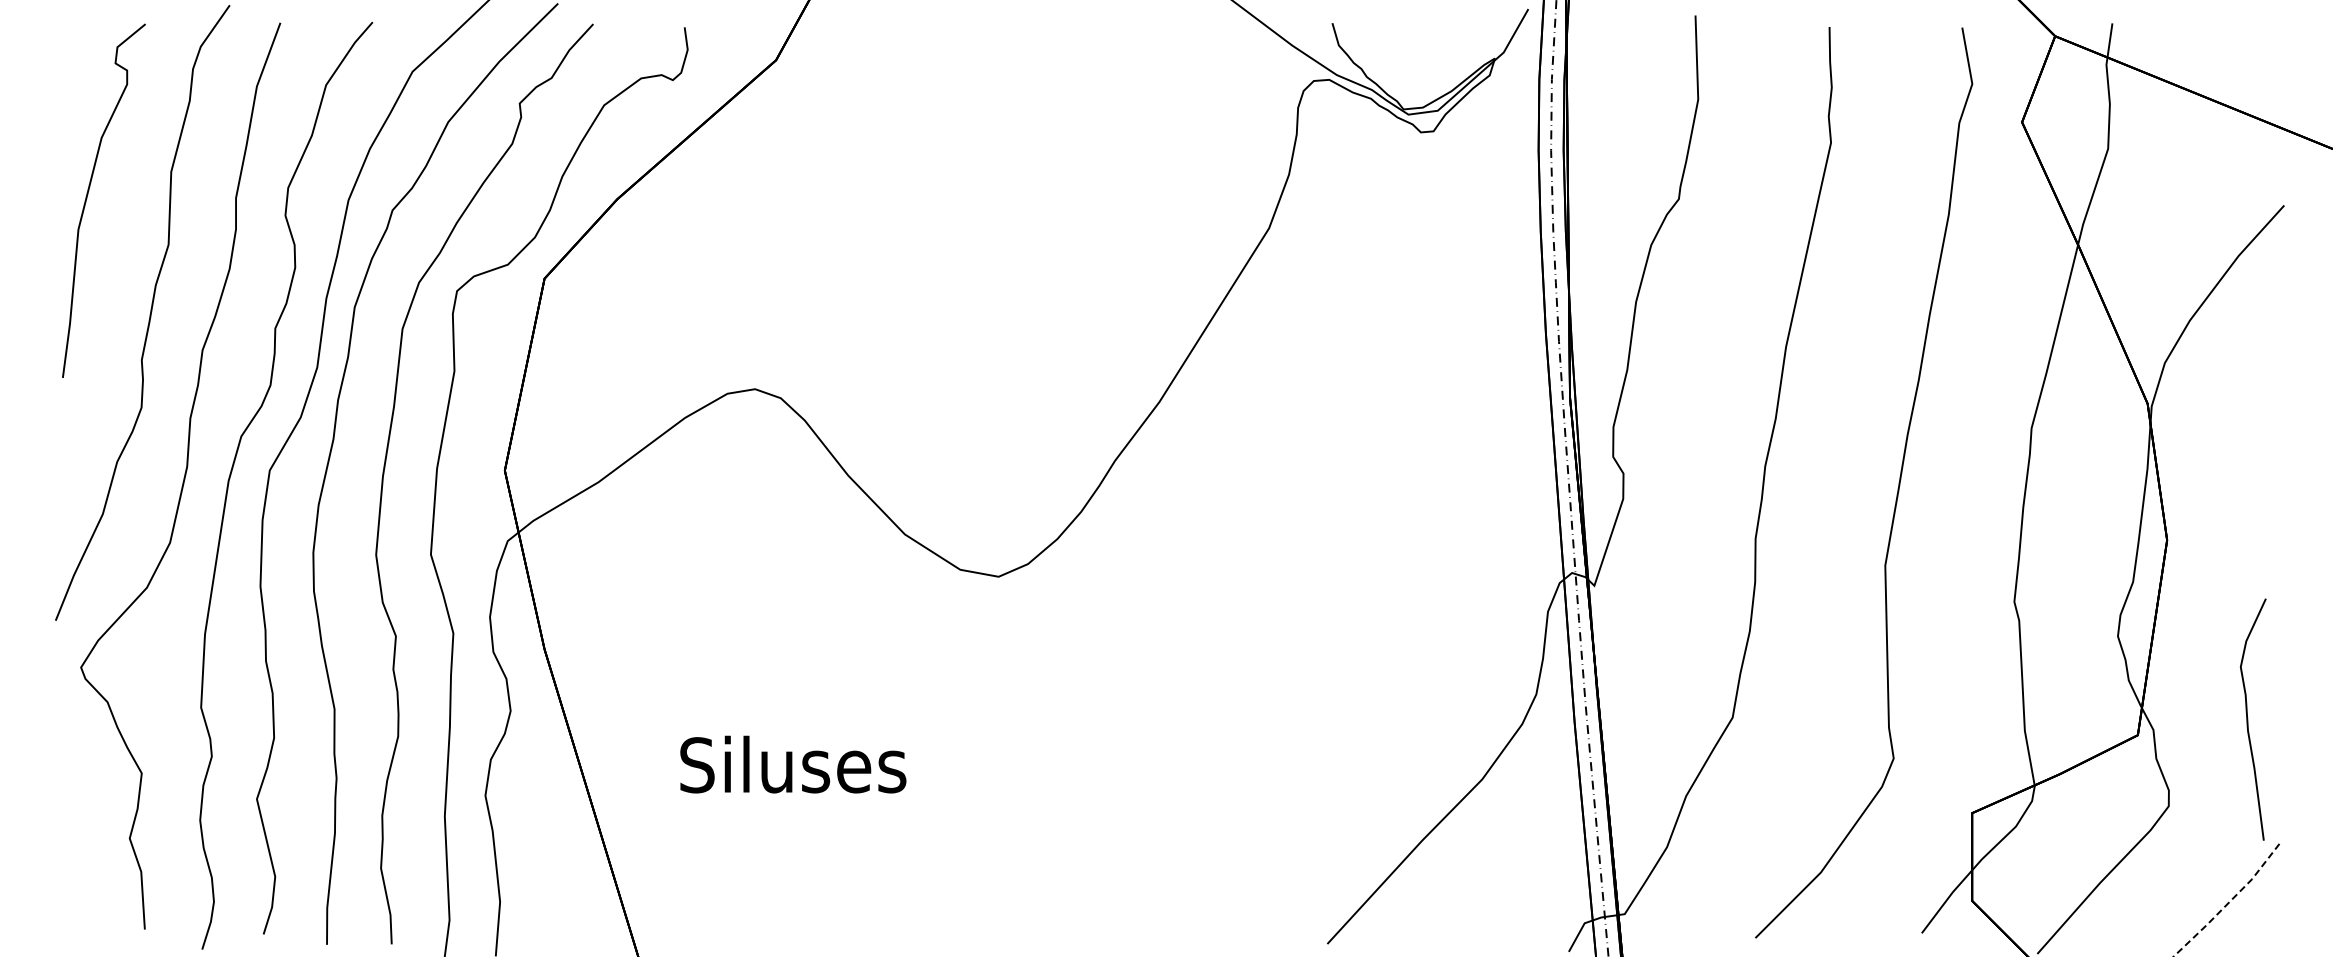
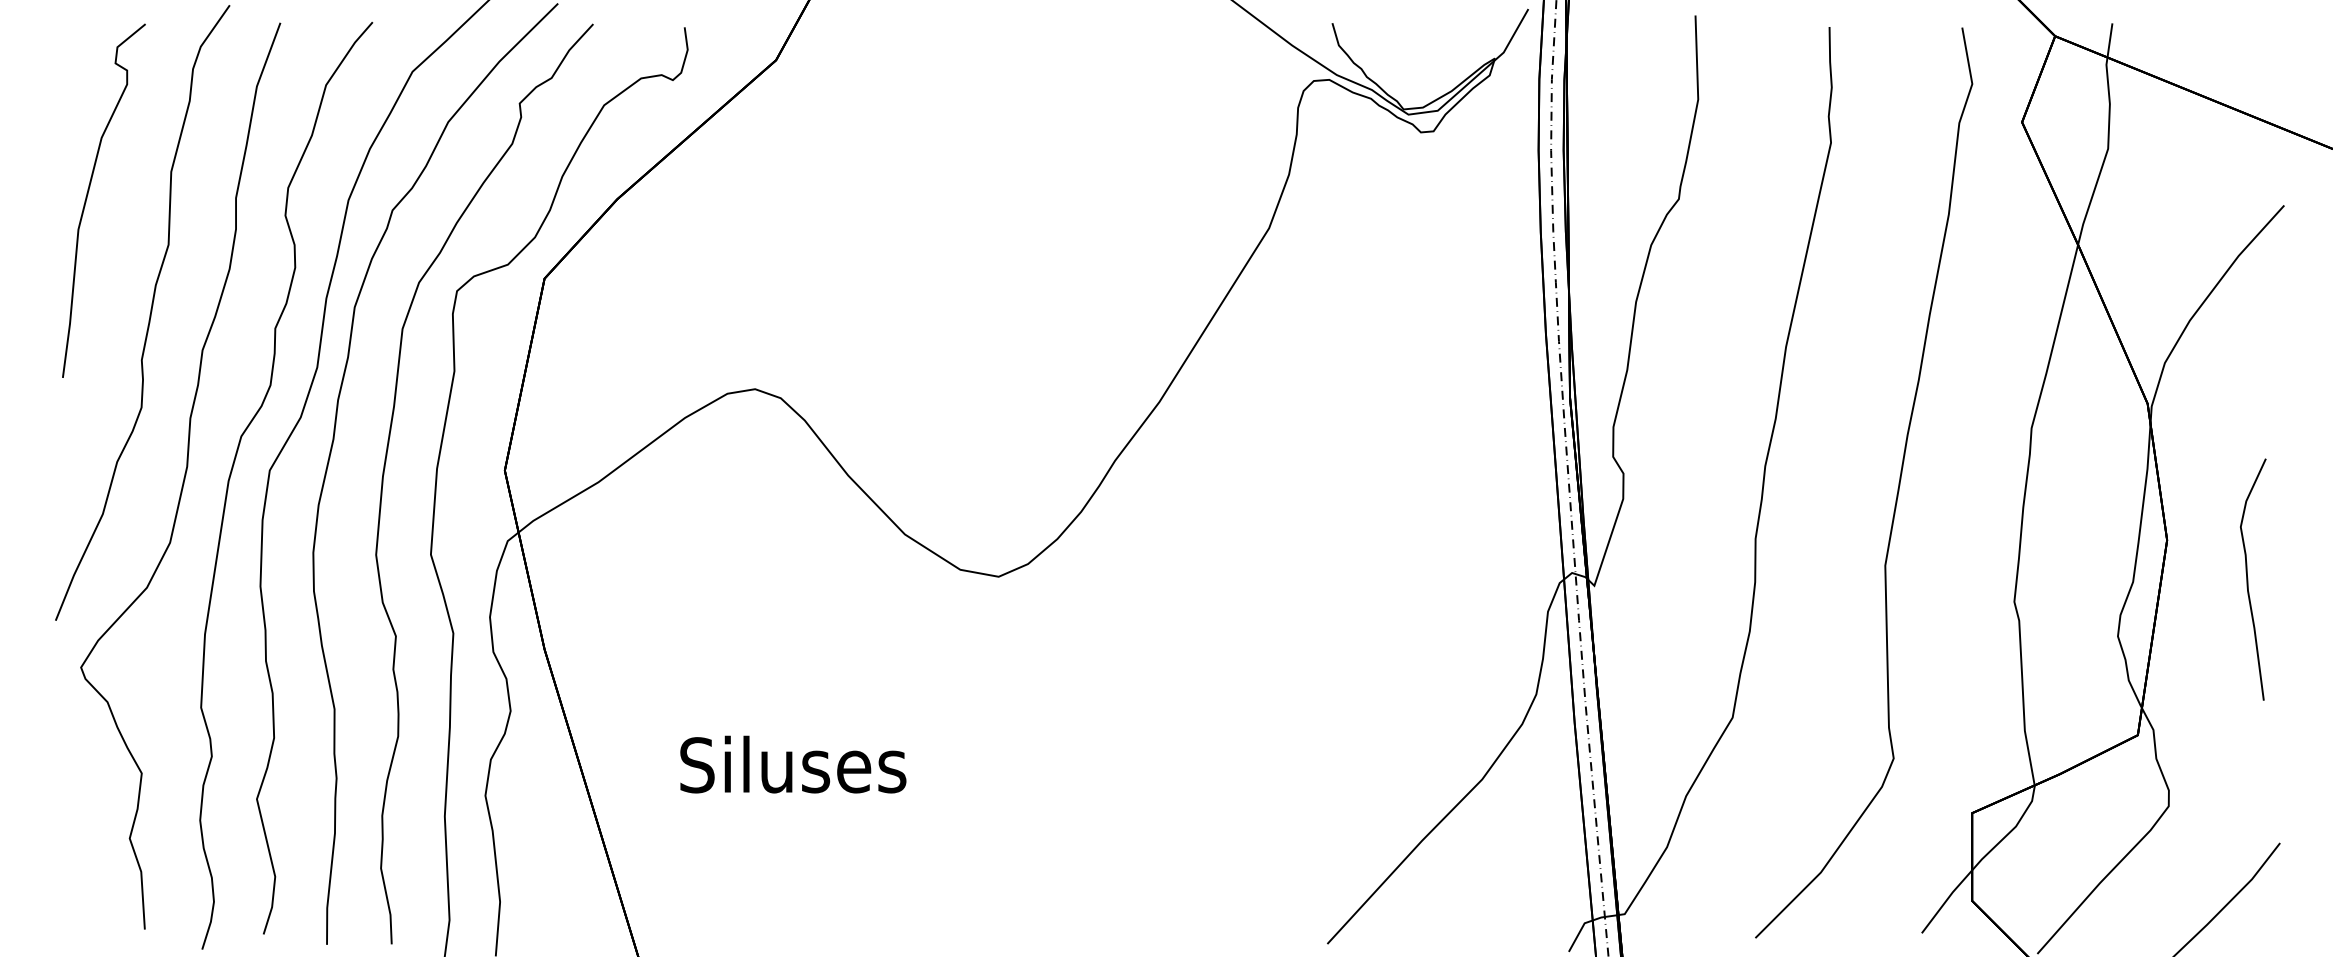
curve at (2248, 719) position: (2248, 719) -> (2248, 579)
line at (2229, 902): dashed -> solid
